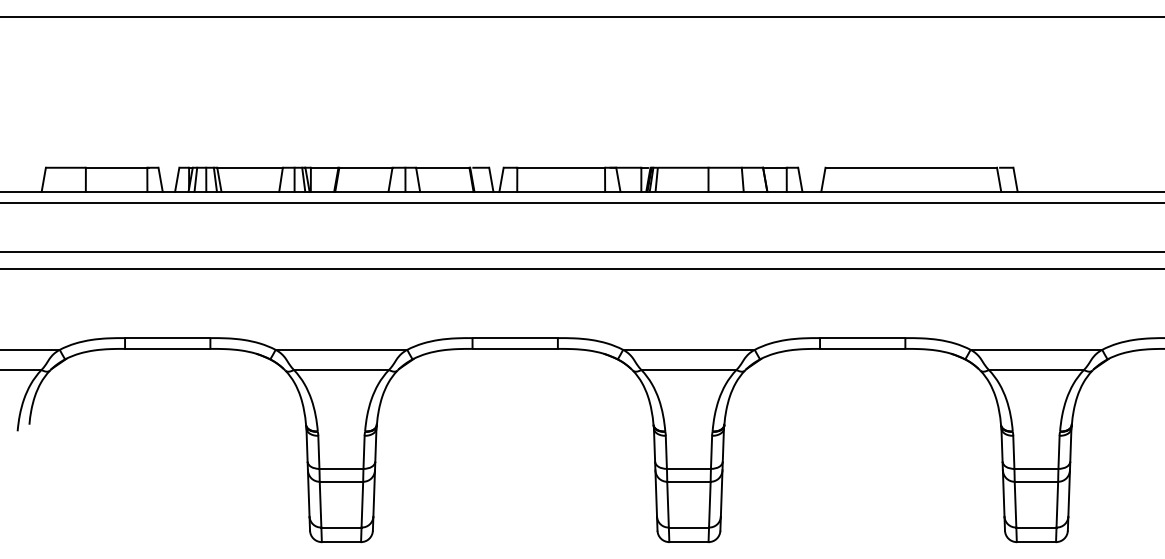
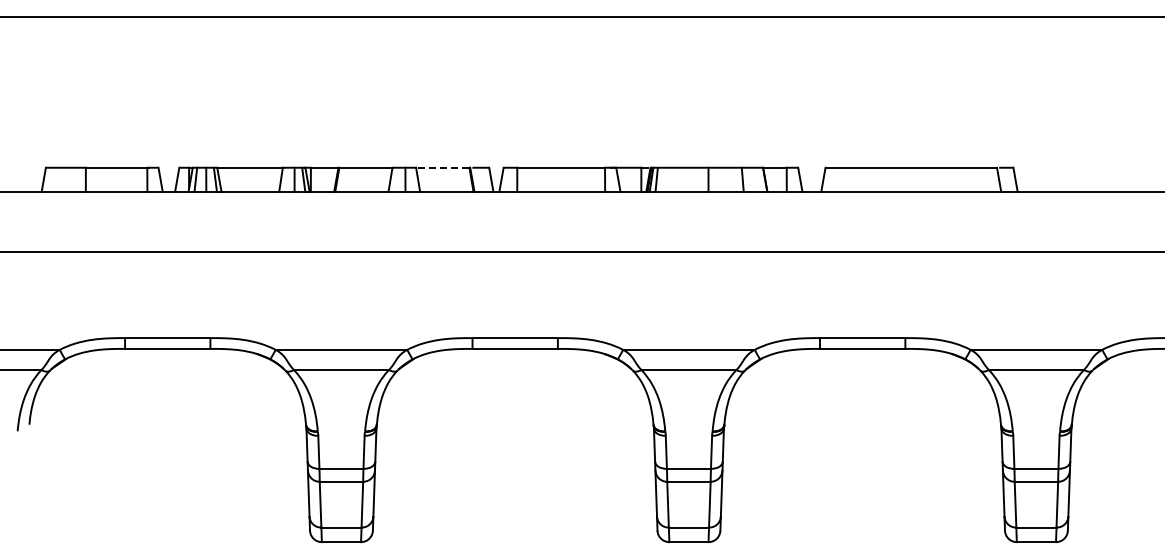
line at (442, 167): solid -> dashed
line at (581, 202): present -> none
line at (581, 268): present -> none
